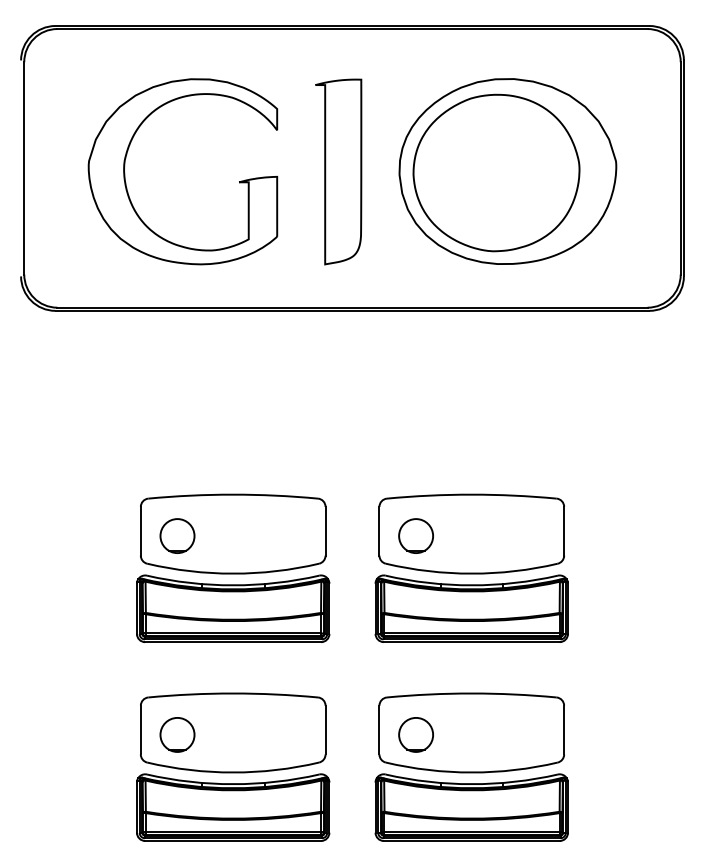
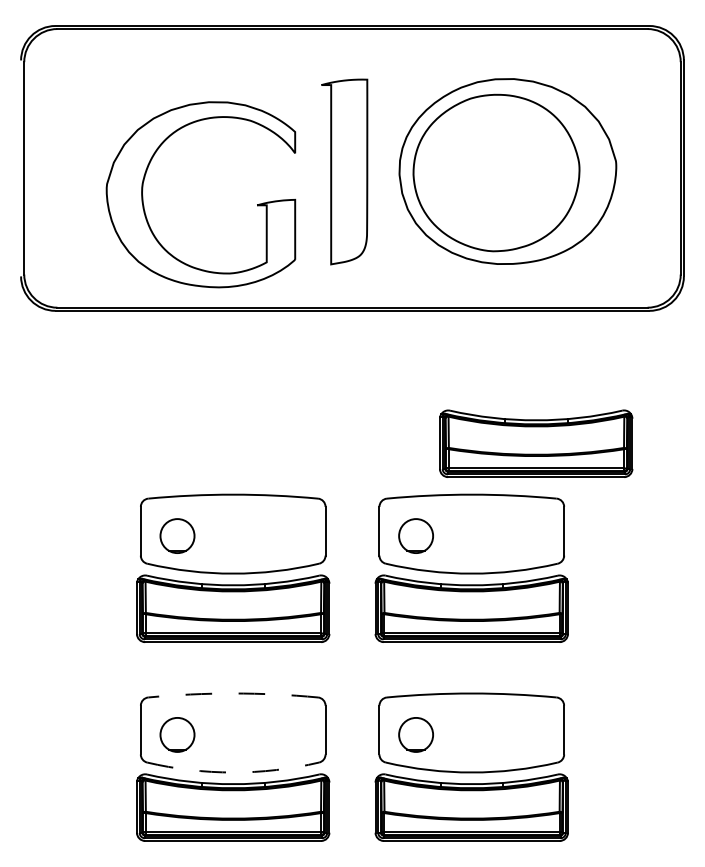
part at (338, 171) position: (338, 171) -> (344, 171)
part at (125, 173) position: (125, 173) -> (143, 196)
part at (536, 443): none -> present
arc at (233, 693): solid -> dashed
arc at (233, 772): solid -> dashed
